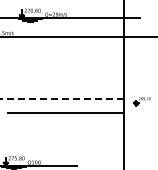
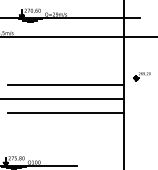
line at (65, 84): none -> present
line at (61, 98): dashed -> solid
part at (141, 101) position: (141, 101) -> (141, 76)
